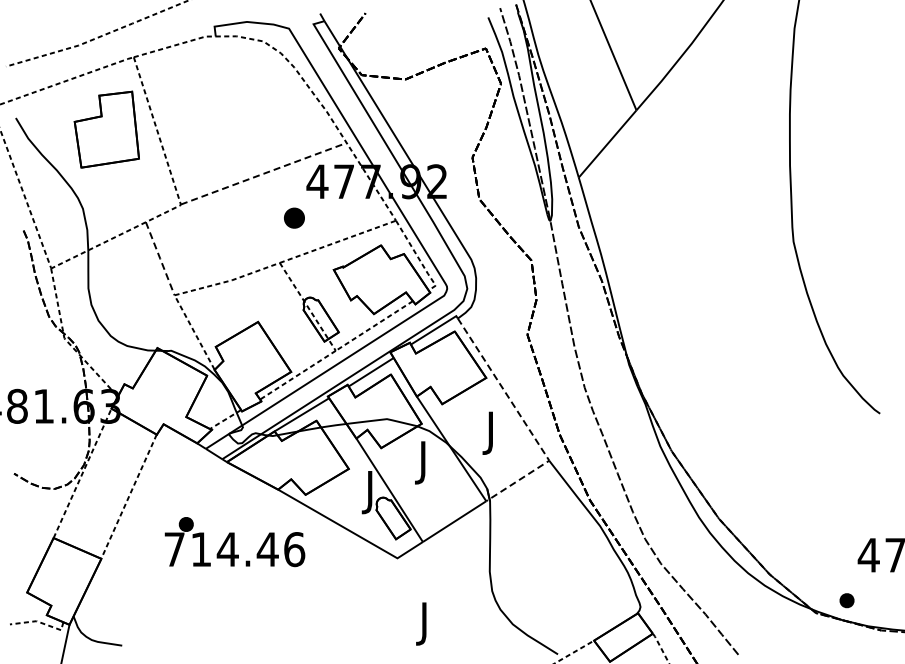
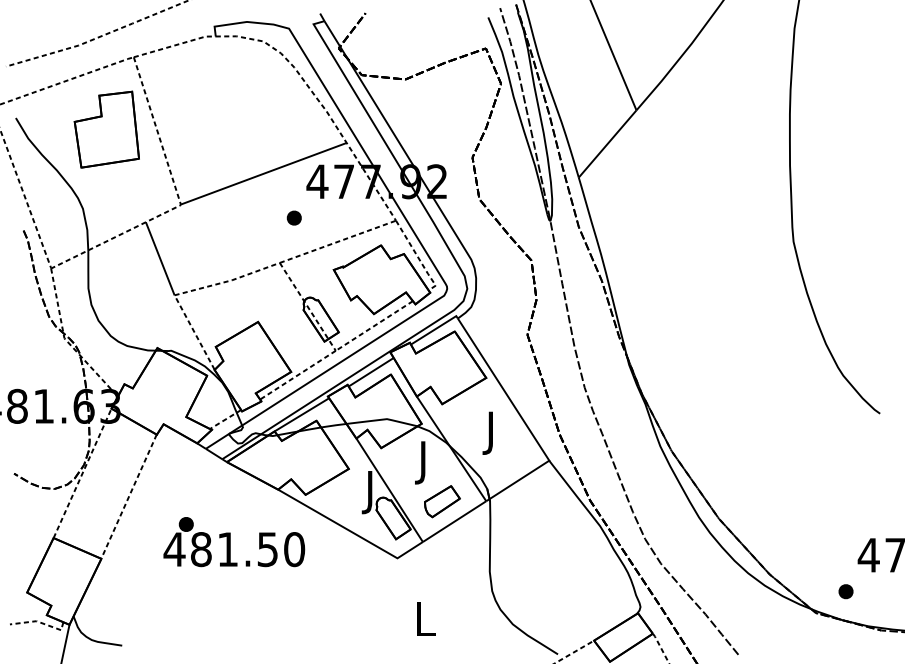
line at (263, 173): dashed -> solid
part at (294, 217) size: 21x22 px -> 16x16 px
line at (160, 258): dashed -> solid
line at (524, 421): dashed -> solid
part at (442, 501): none -> present
text at (234, 549): 714.46 -> 481.50
part at (846, 600) position: (846, 600) -> (845, 591)
text at (425, 623): J -> L
